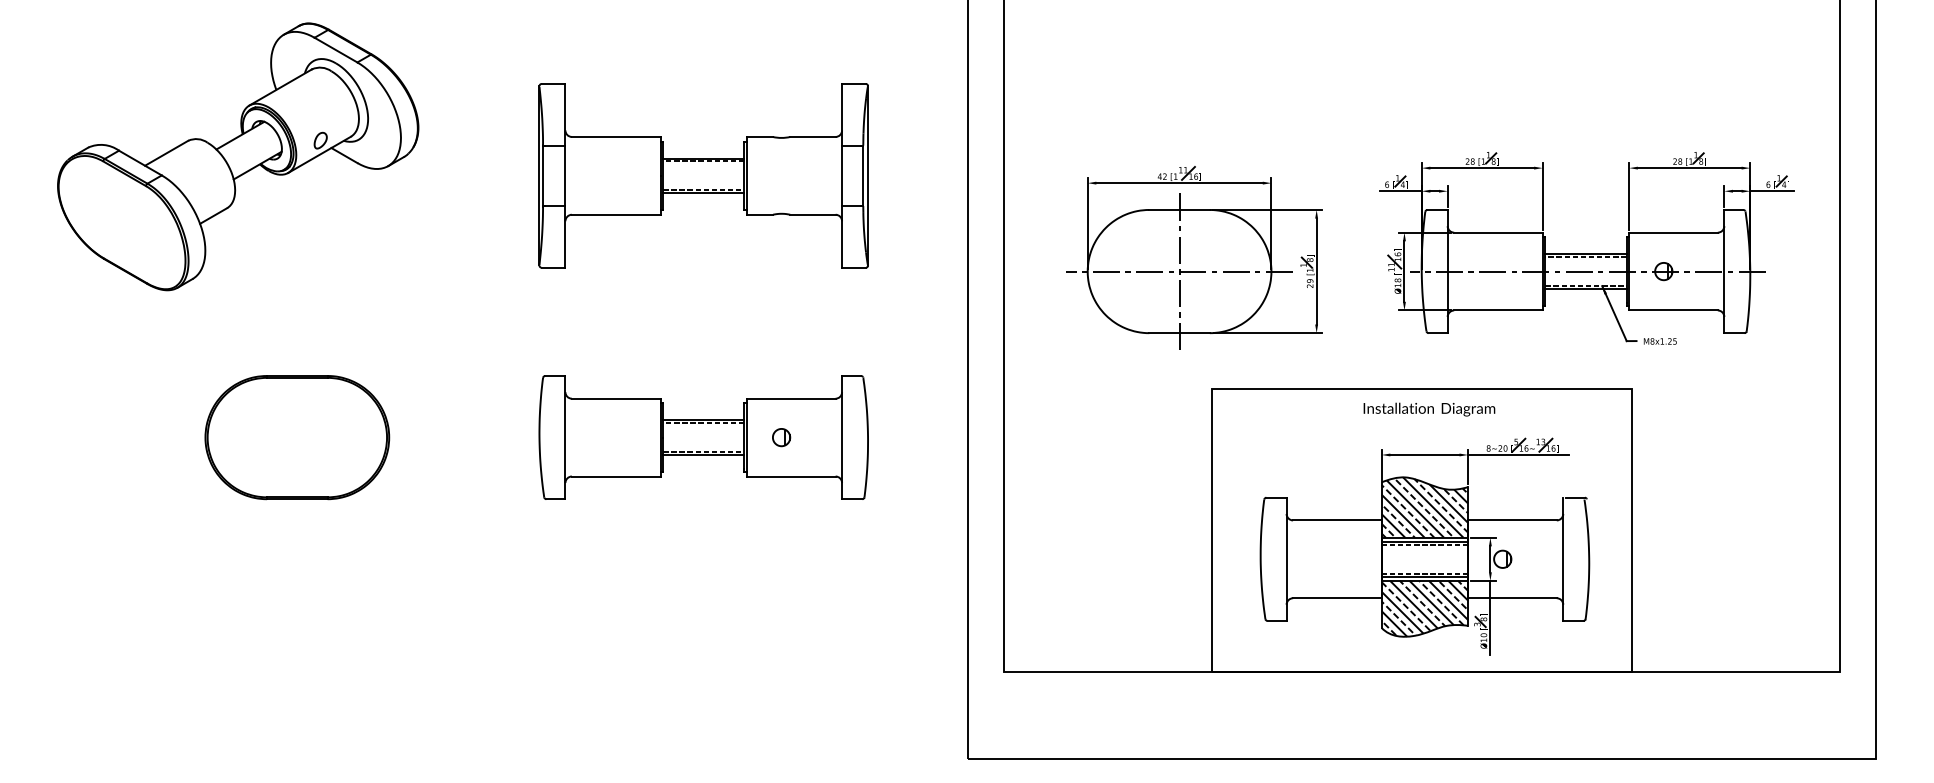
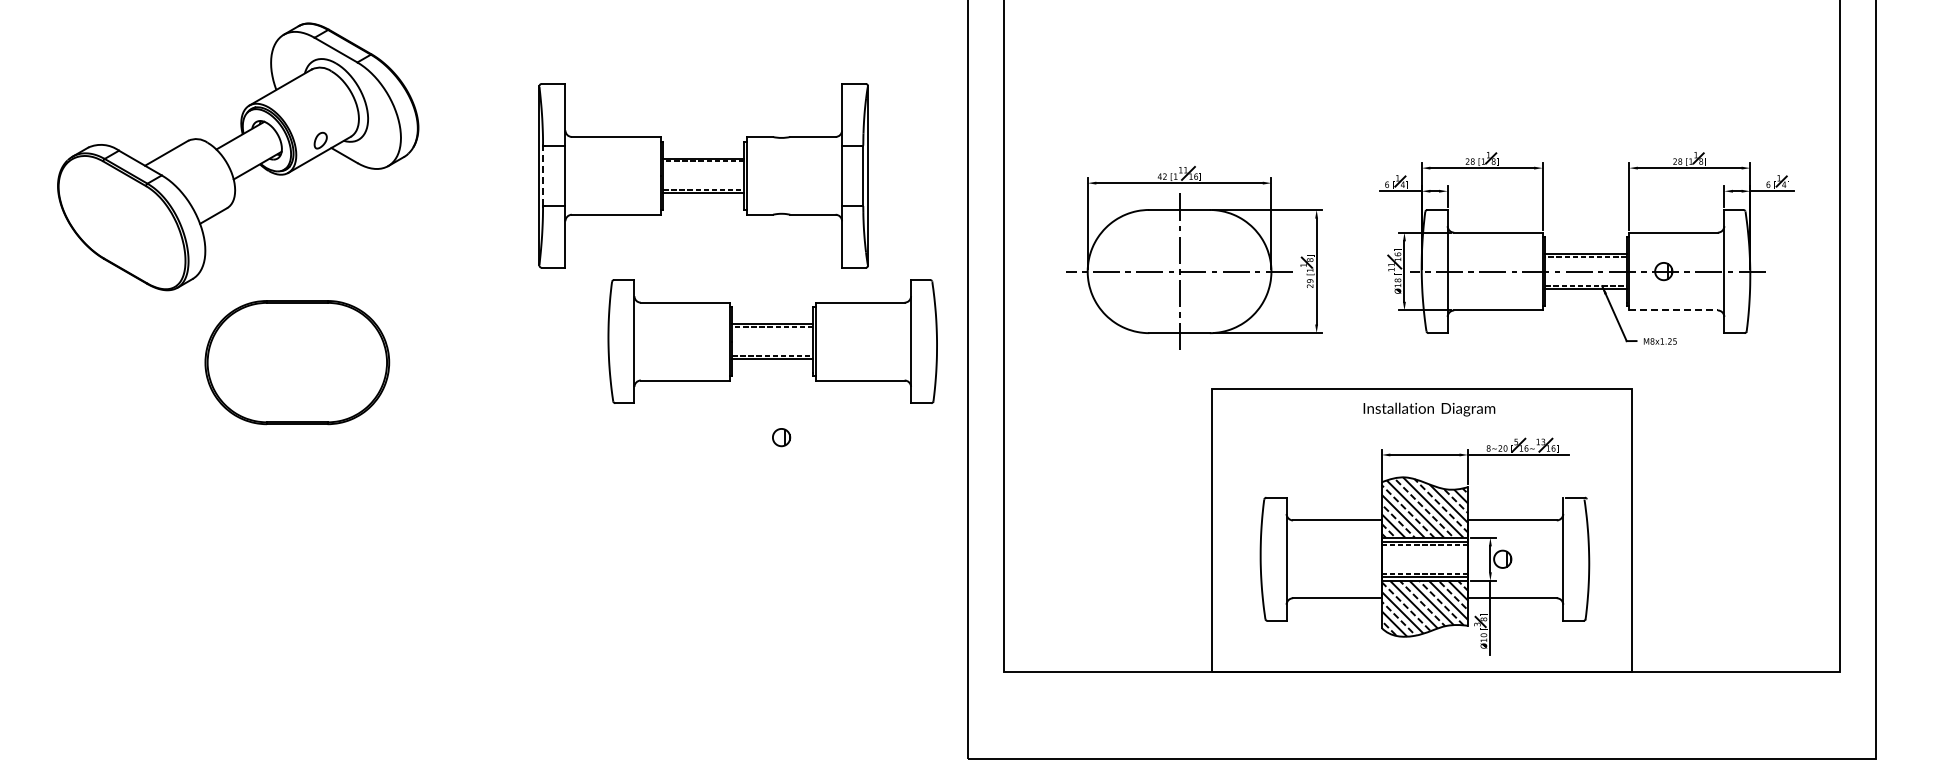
line at (543, 175): solid -> dashed
line at (1674, 310): solid -> dashed
part at (297, 437) position: (297, 437) -> (297, 362)
part at (703, 437) position: (703, 437) -> (772, 341)
